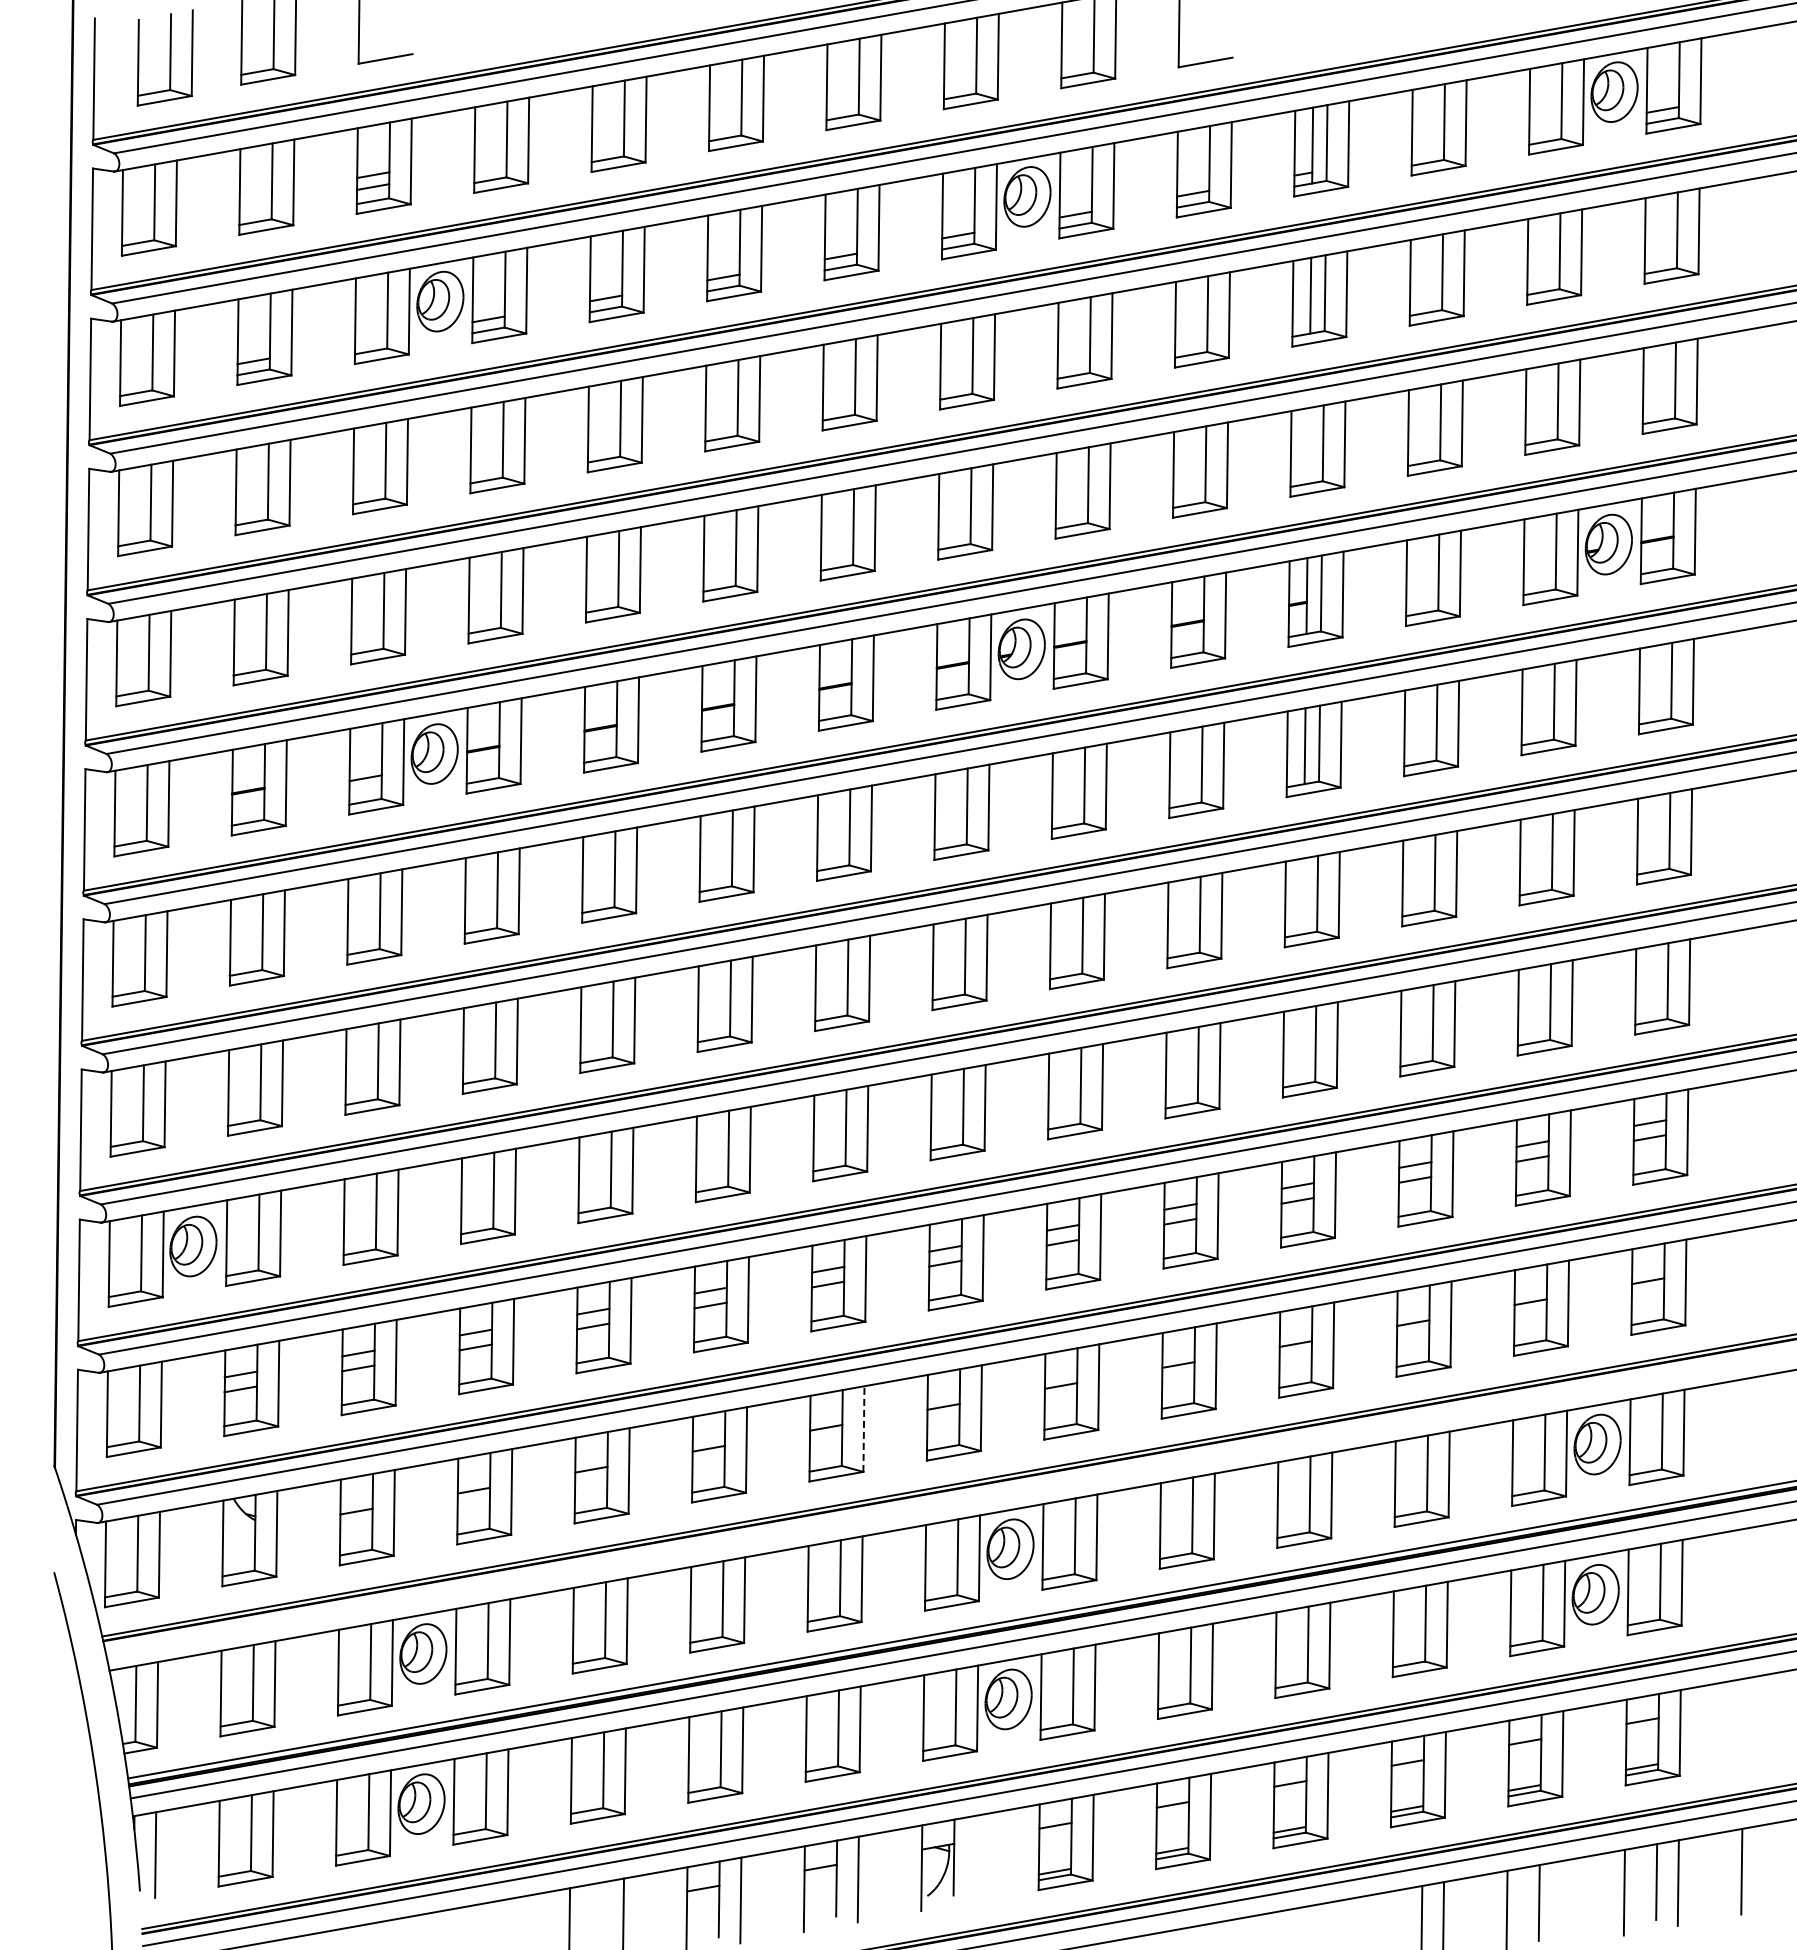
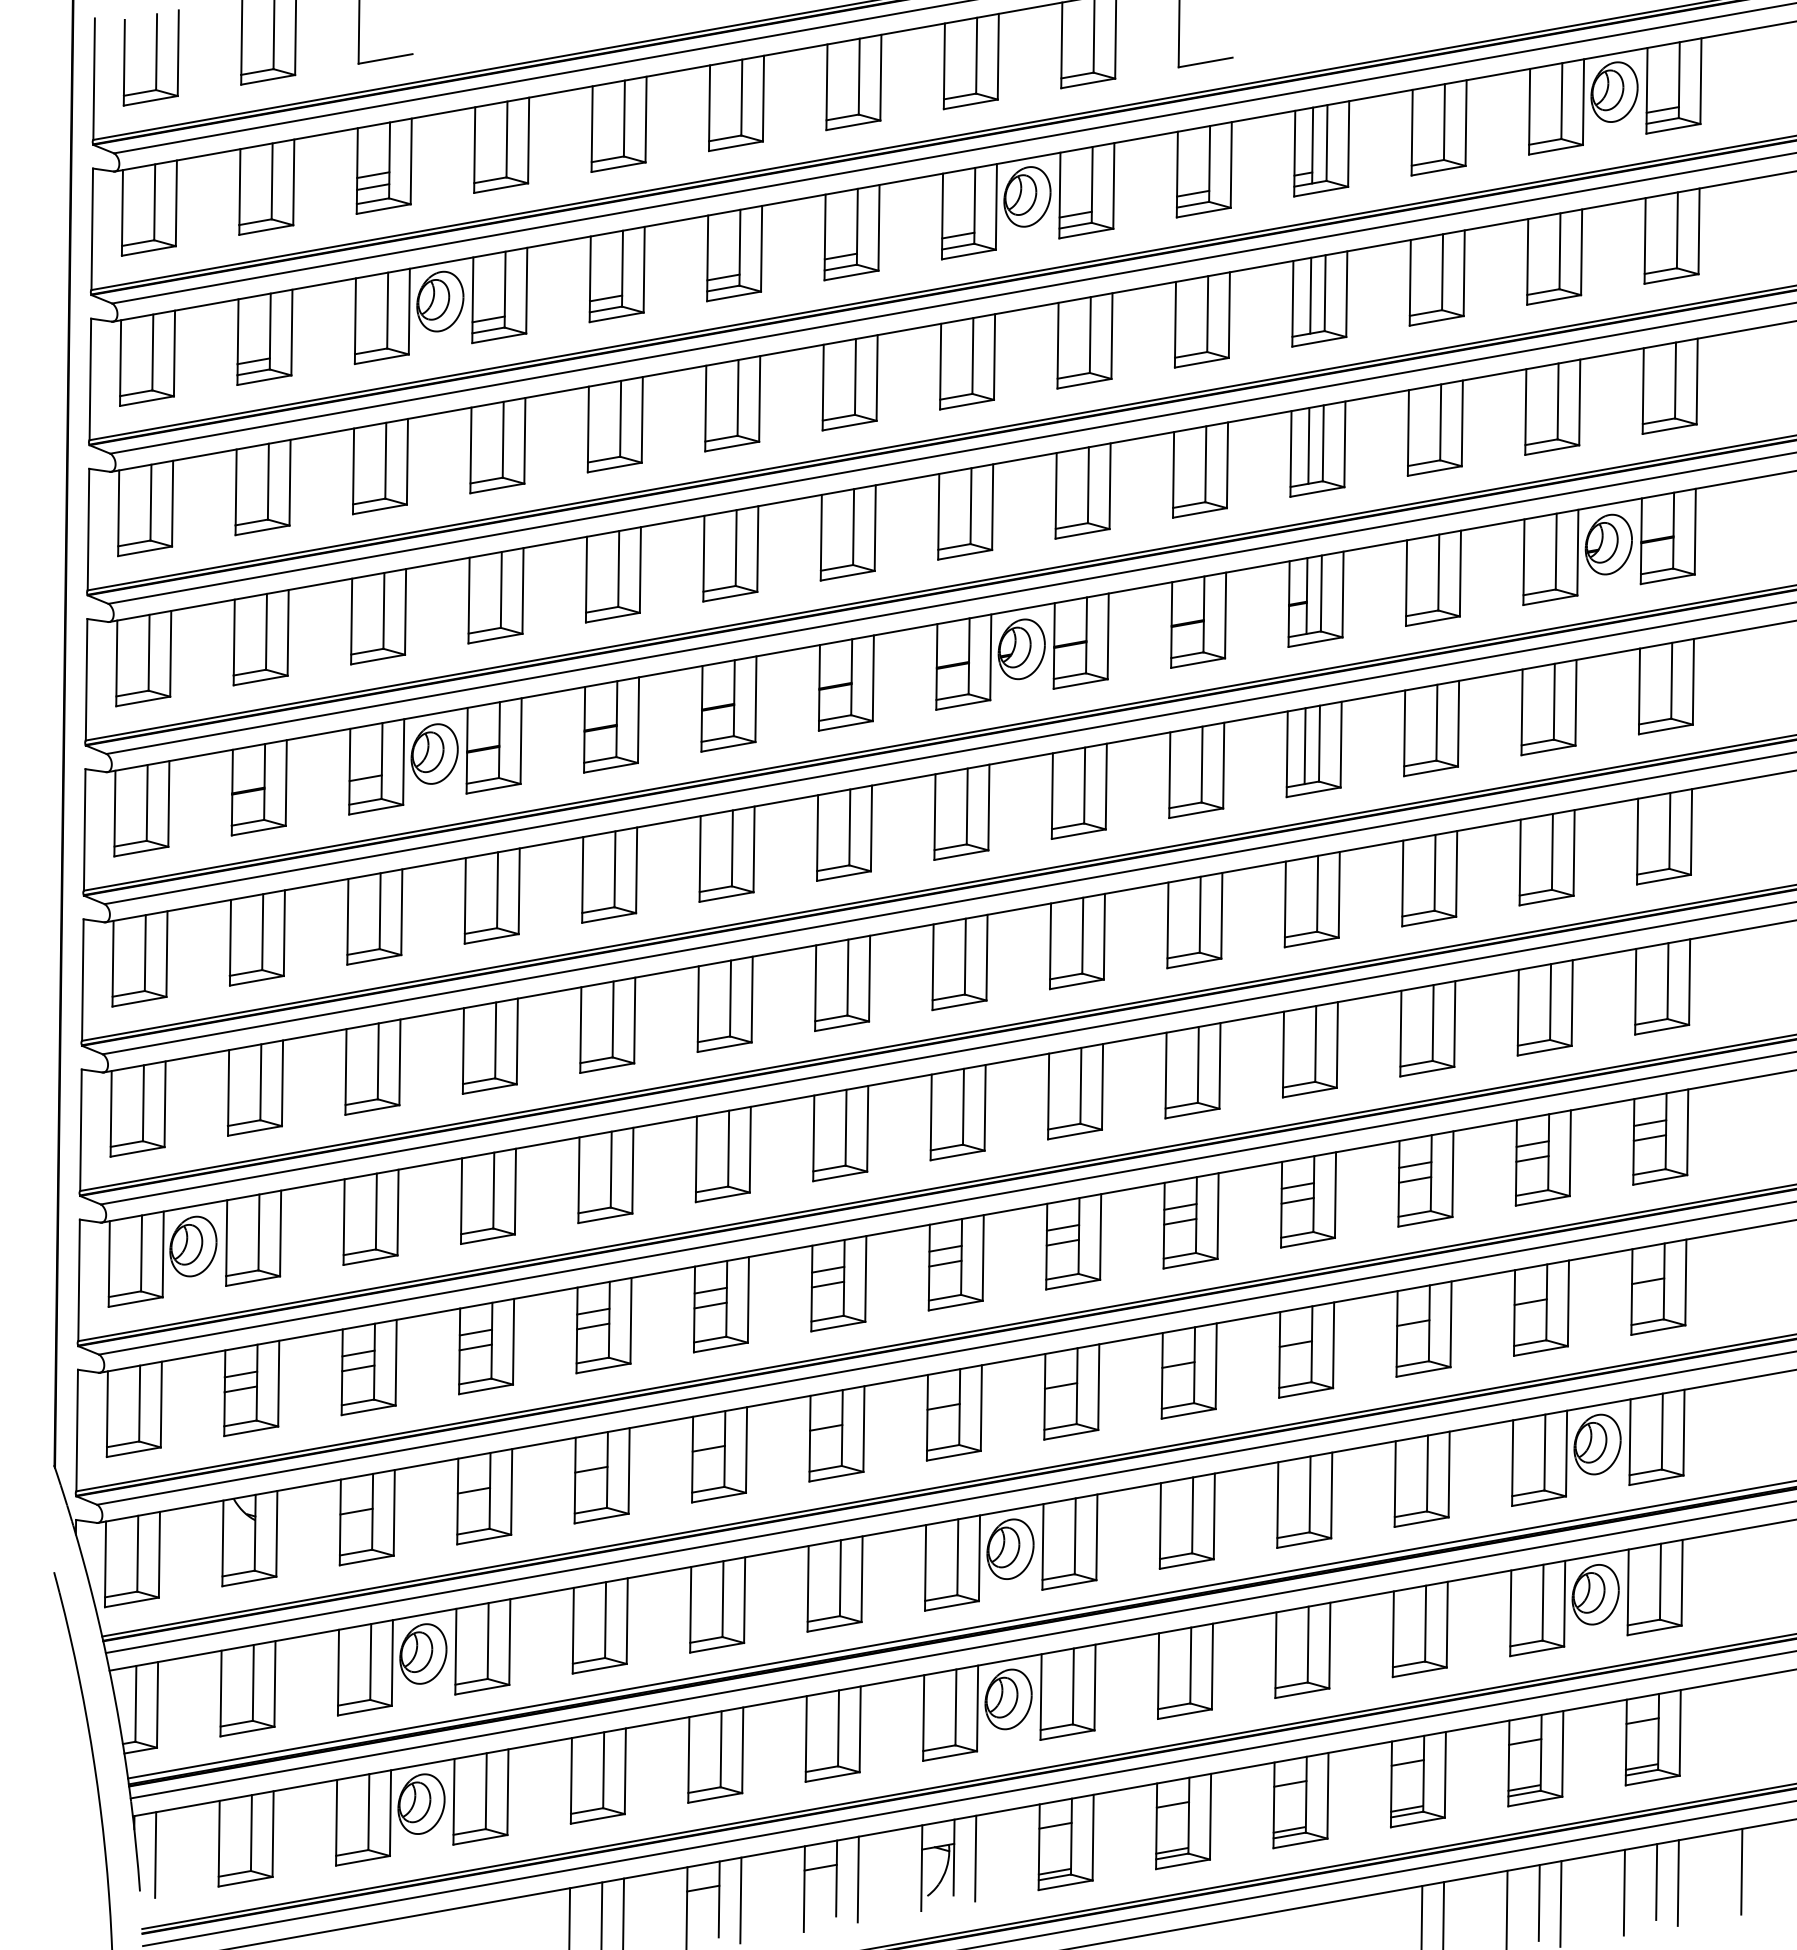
part at (164, 57) position: (164, 57) -> (150, 57)
line at (1308, 445): none -> present
line at (863, 1429): dashed -> solid
line at (949, 1502): none -> present
line at (975, 1858): none -> present
line at (1560, 1903): none -> present
line at (601, 1914): none -> present
